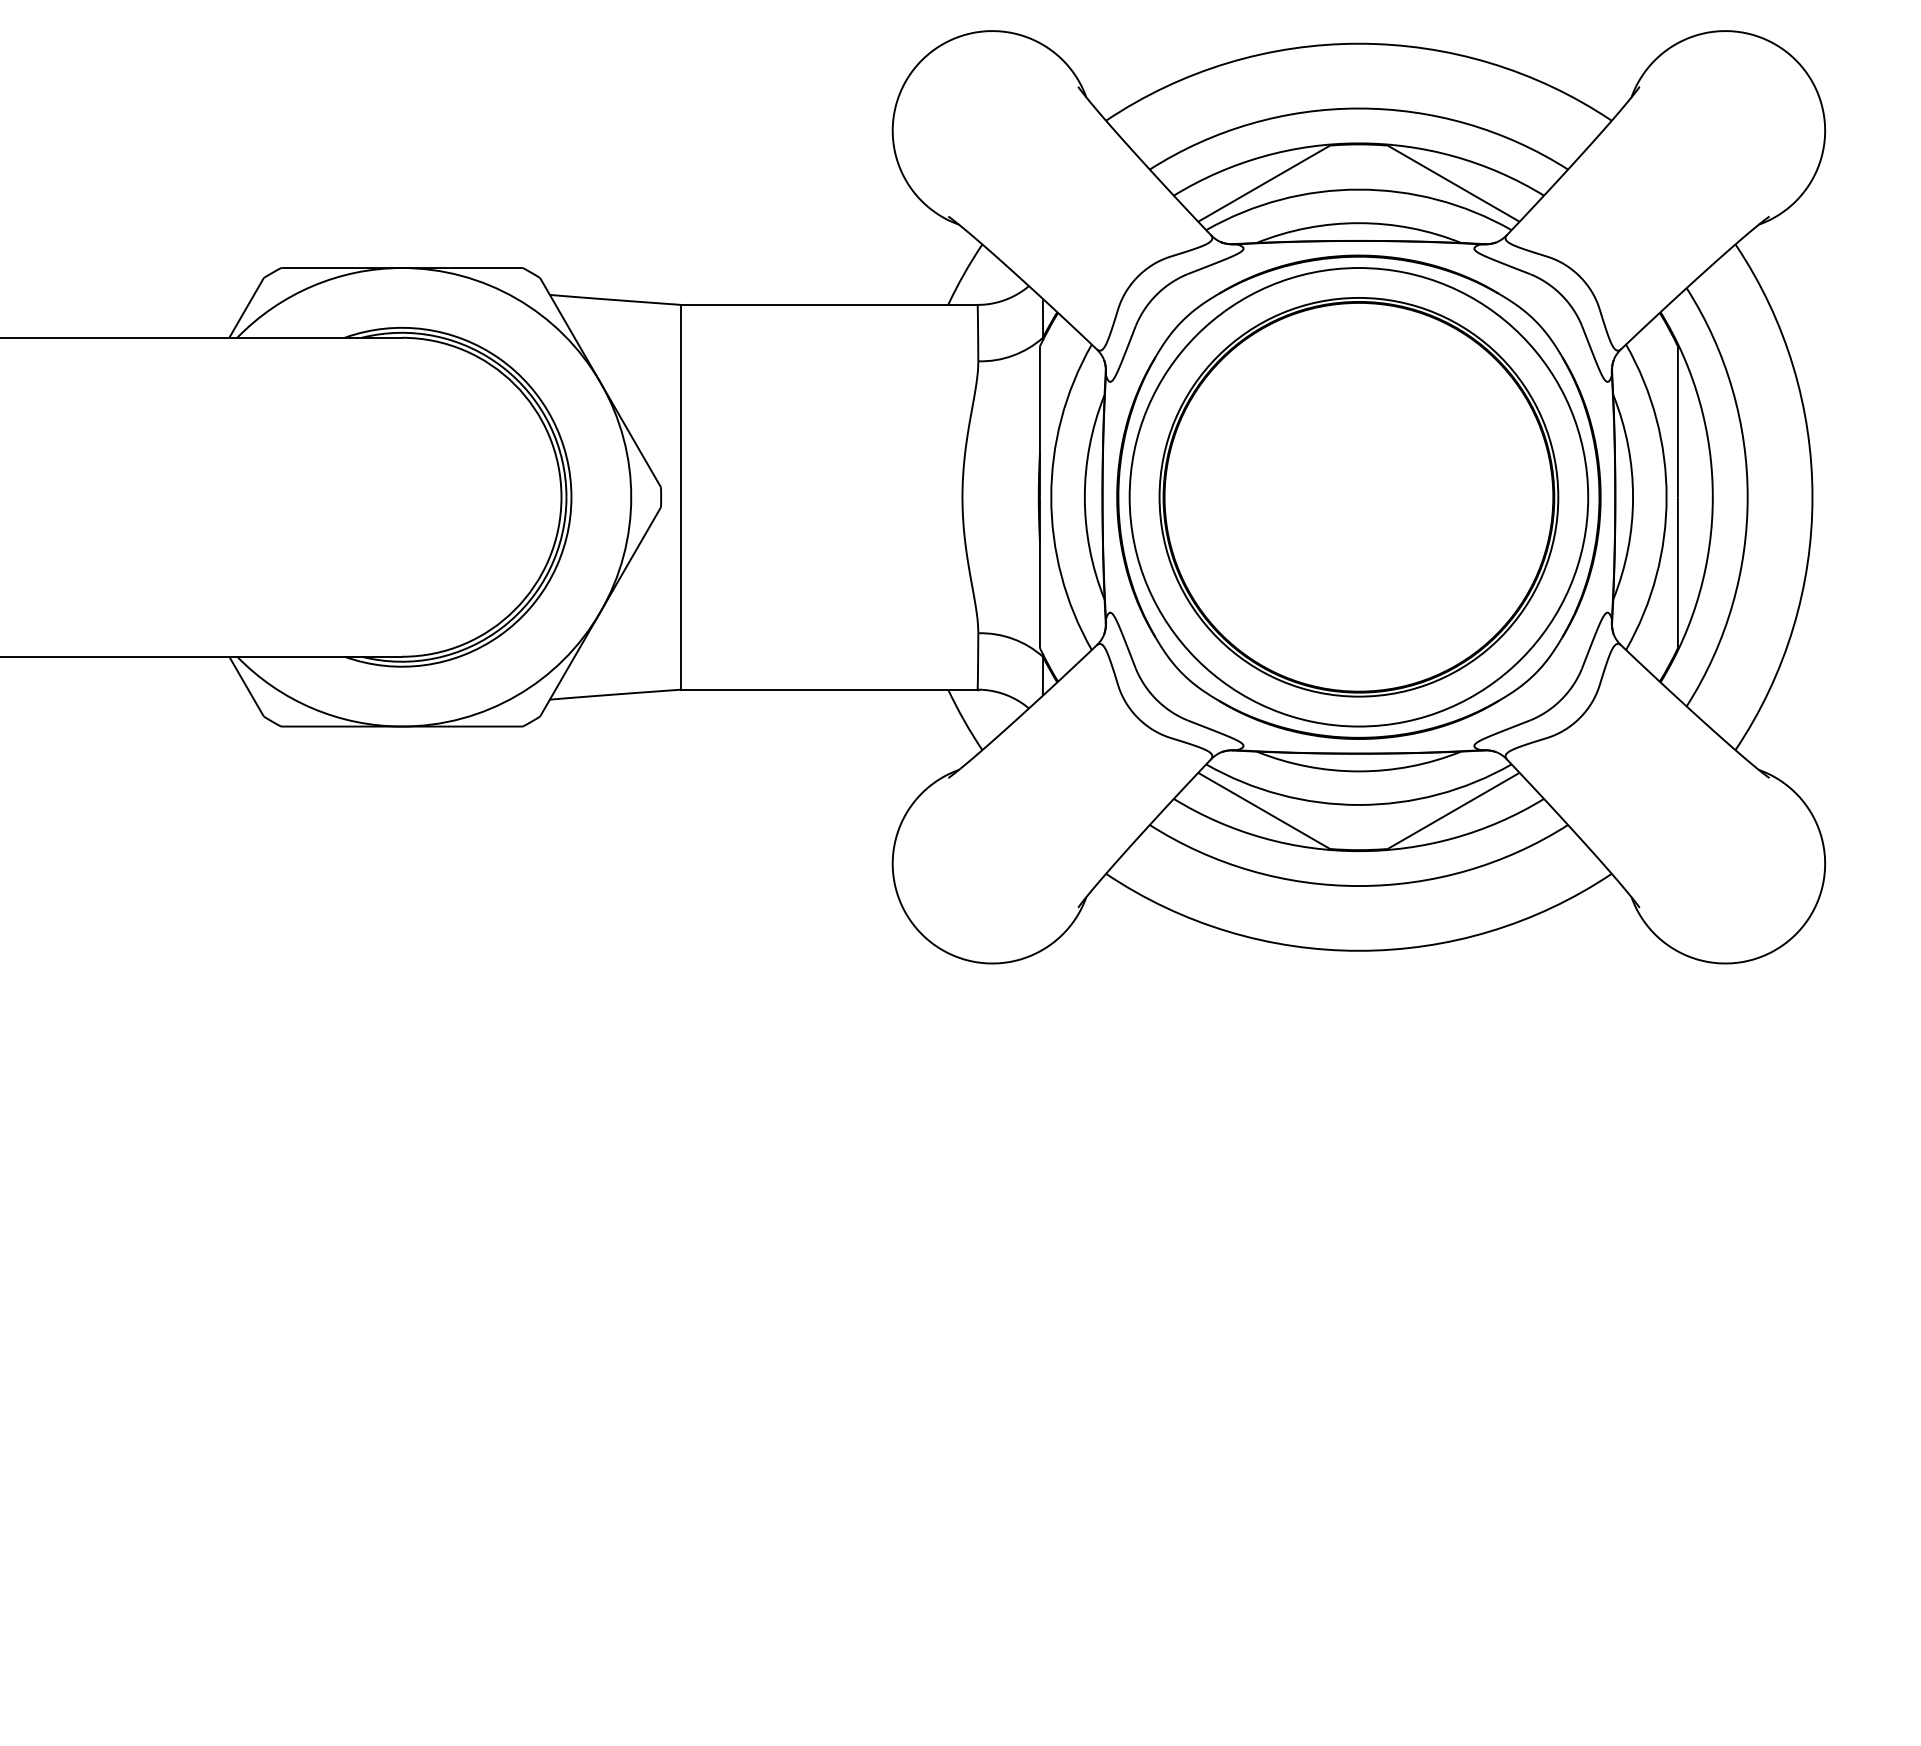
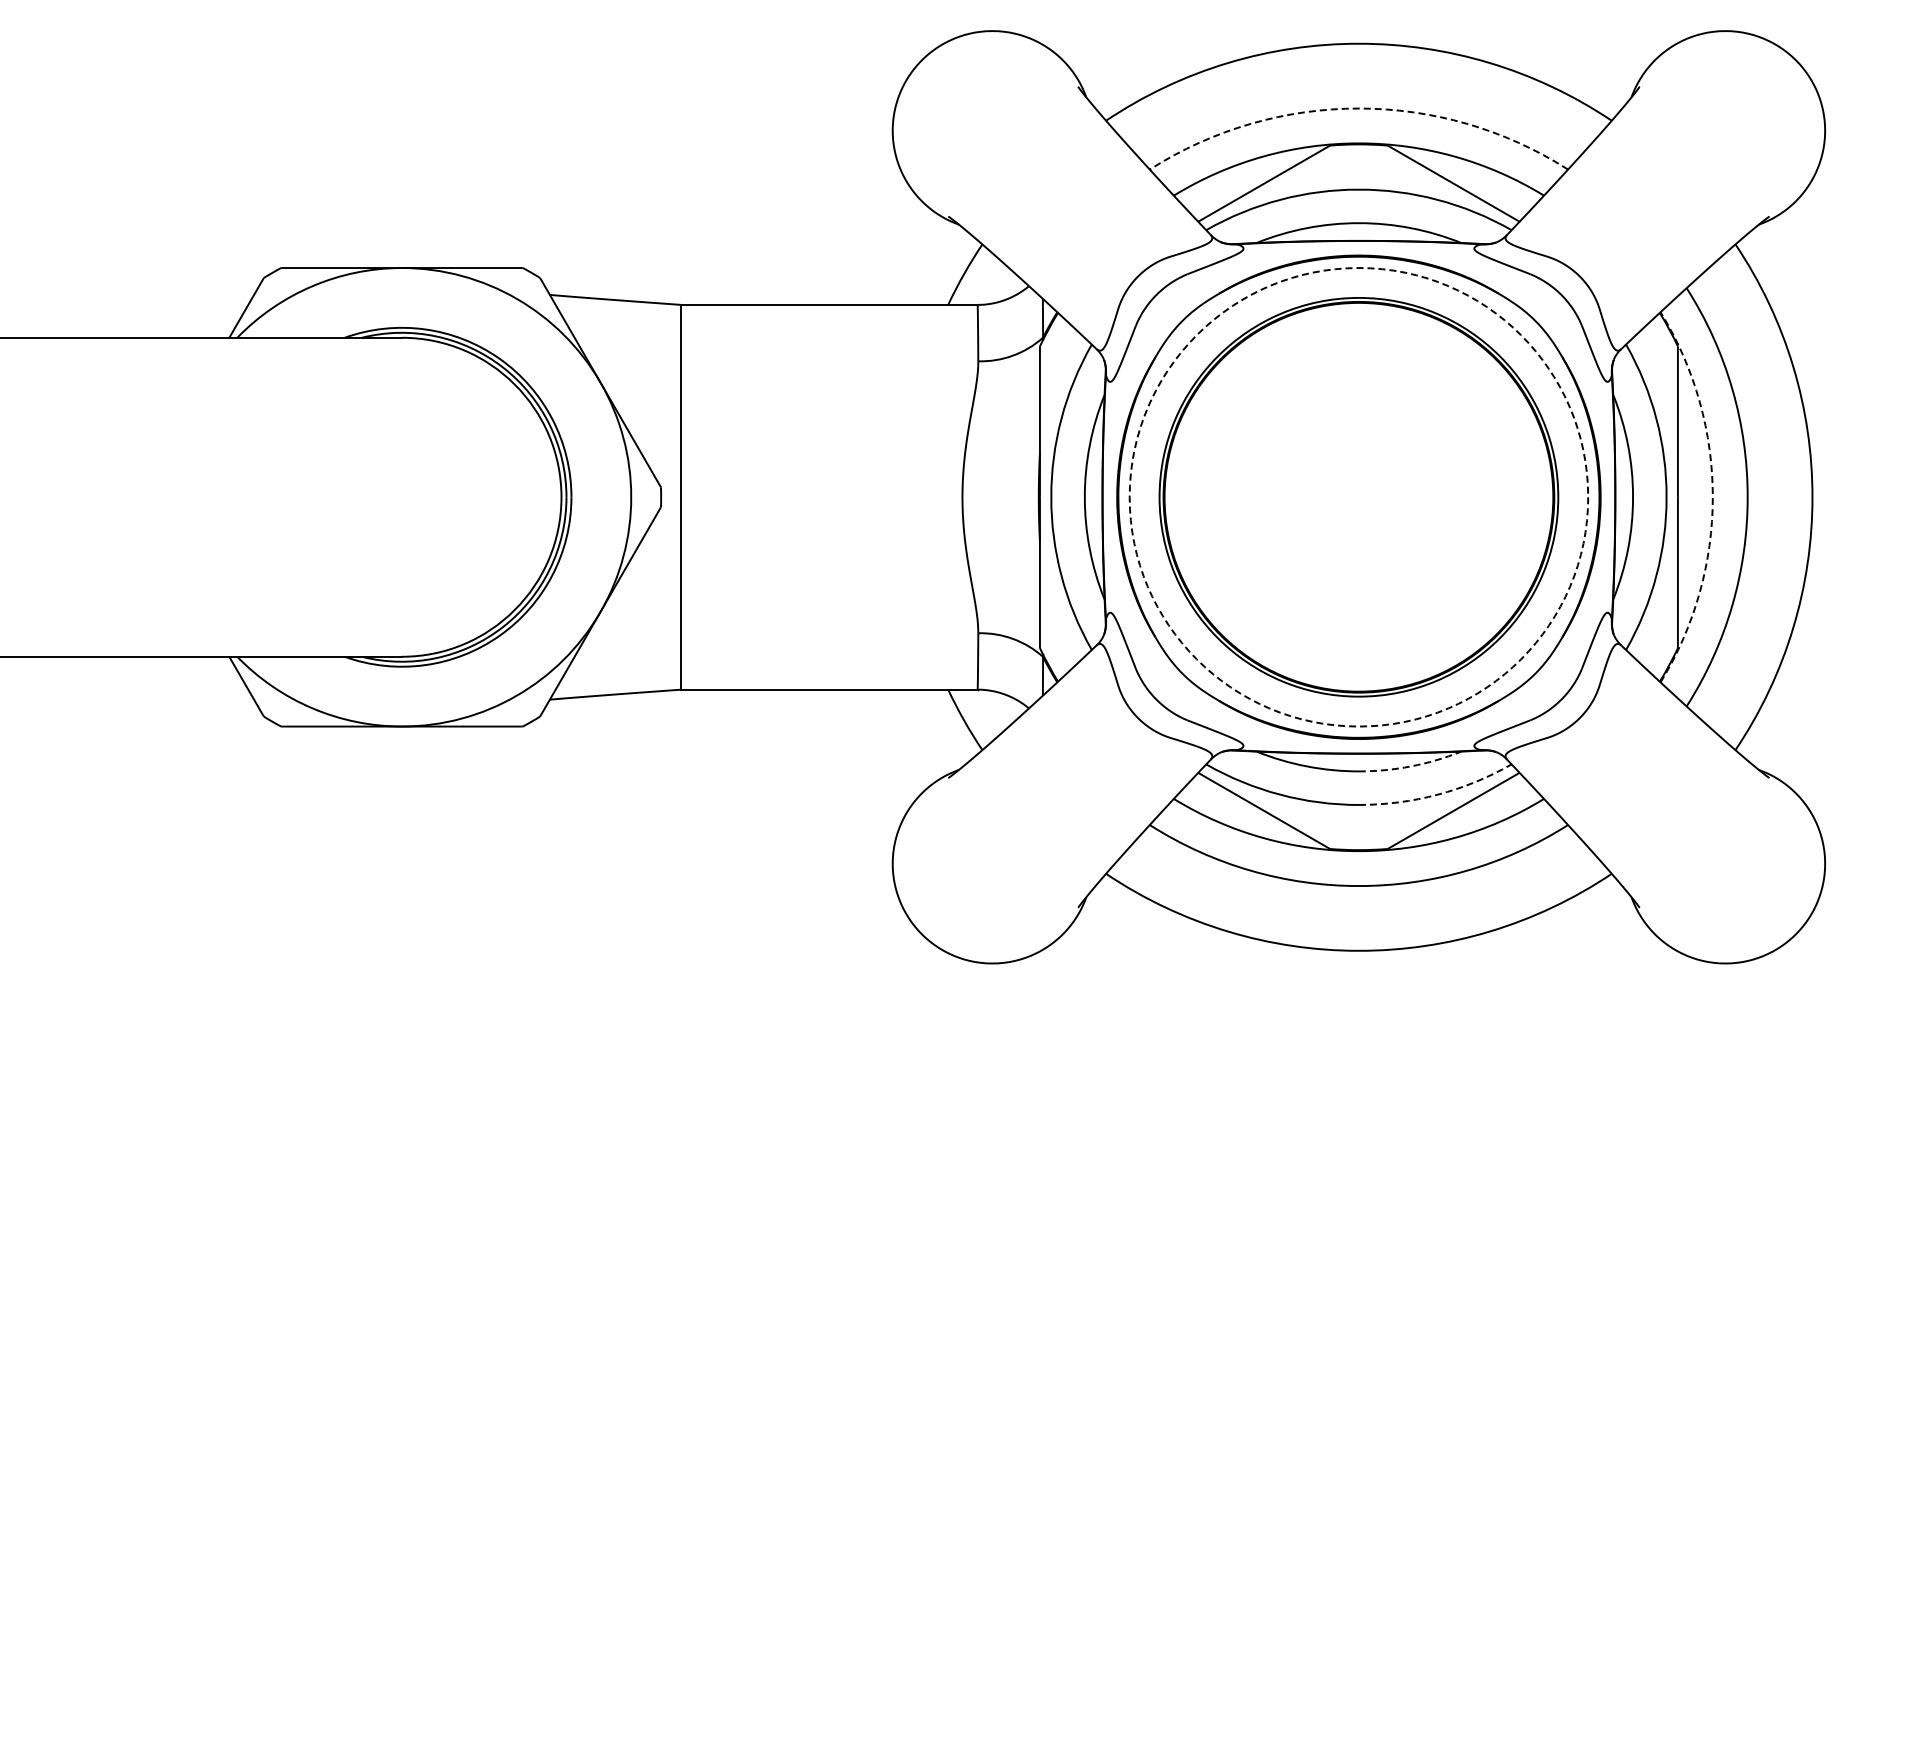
arc at (1358, 108): solid -> dashed
circle at (1358, 497): solid -> dashed
arc at (1712, 497): solid -> dashed
arc at (1410, 766): solid -> dashed
arc at (1437, 794): solid -> dashed
